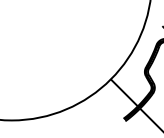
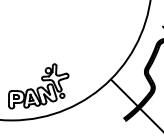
part at (38, 86): none -> present
